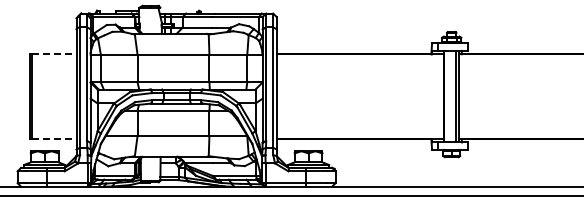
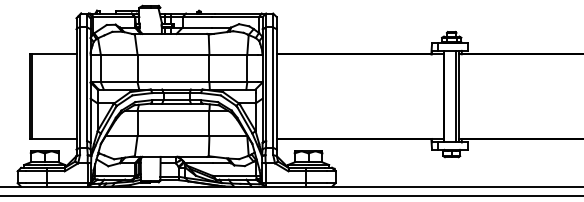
line at (54, 54): dashed -> solid
line at (54, 138): dashed -> solid
